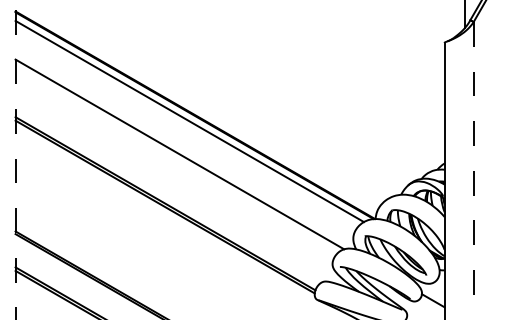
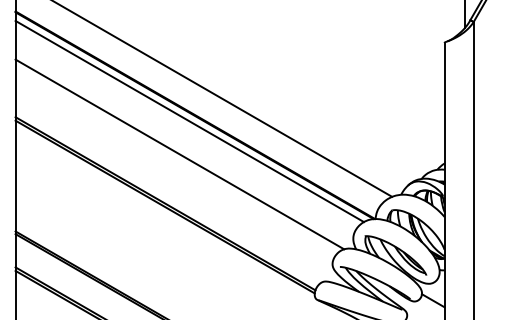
line at (223, 99): none -> present
line at (15, 159): dashed -> solid
line at (473, 170): dashed -> solid
